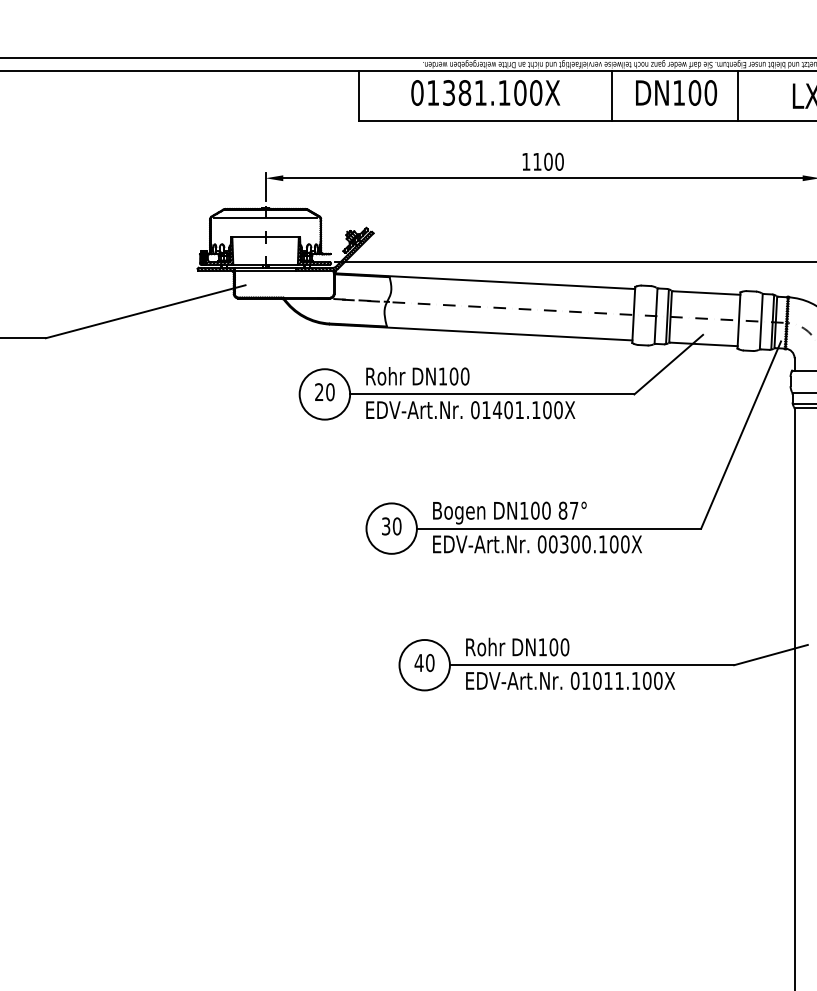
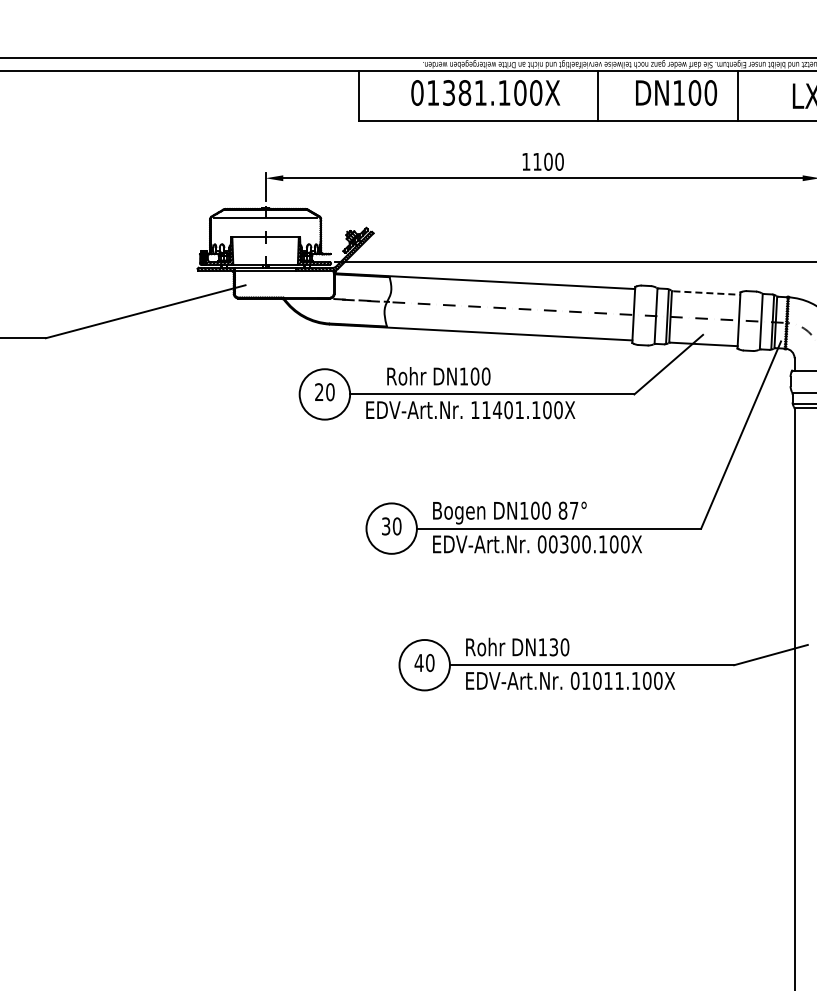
line at (611, 95) position: (611, 95) -> (597, 95)
line at (706, 293): solid -> dashed
text at (417, 376) position: (417, 376) -> (438, 376)
text at (475, 410): 01401.100X -> 11401.100X
text at (553, 647): DN100 -> DN130
